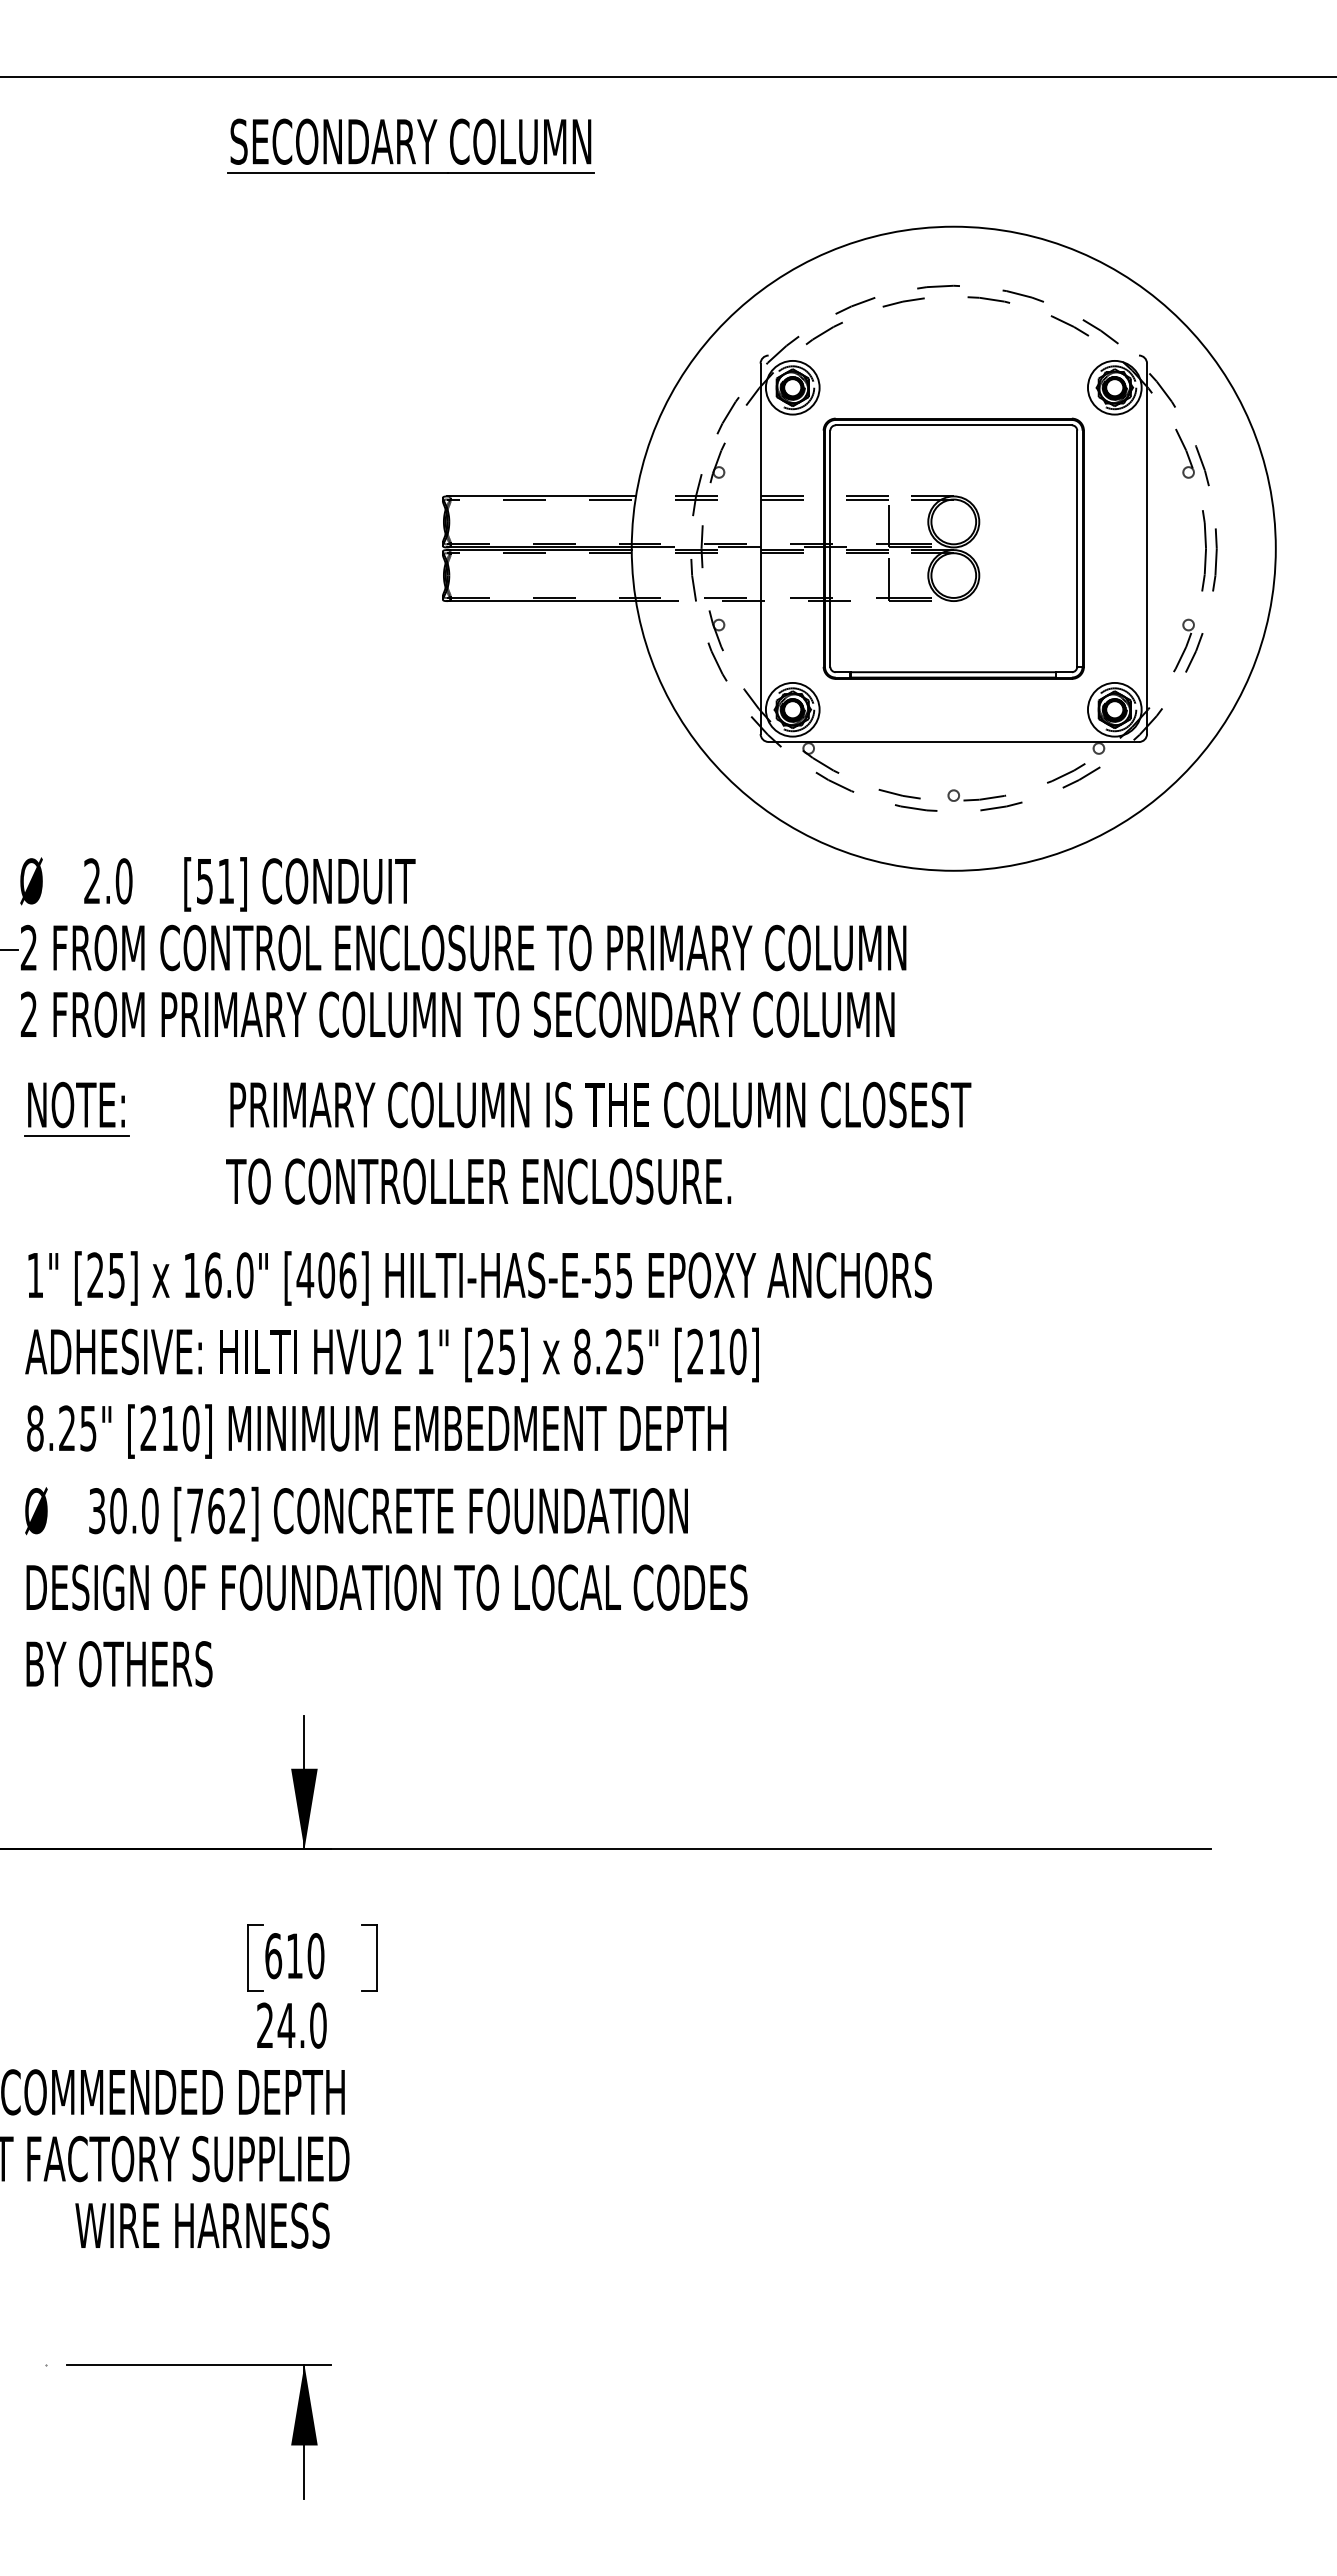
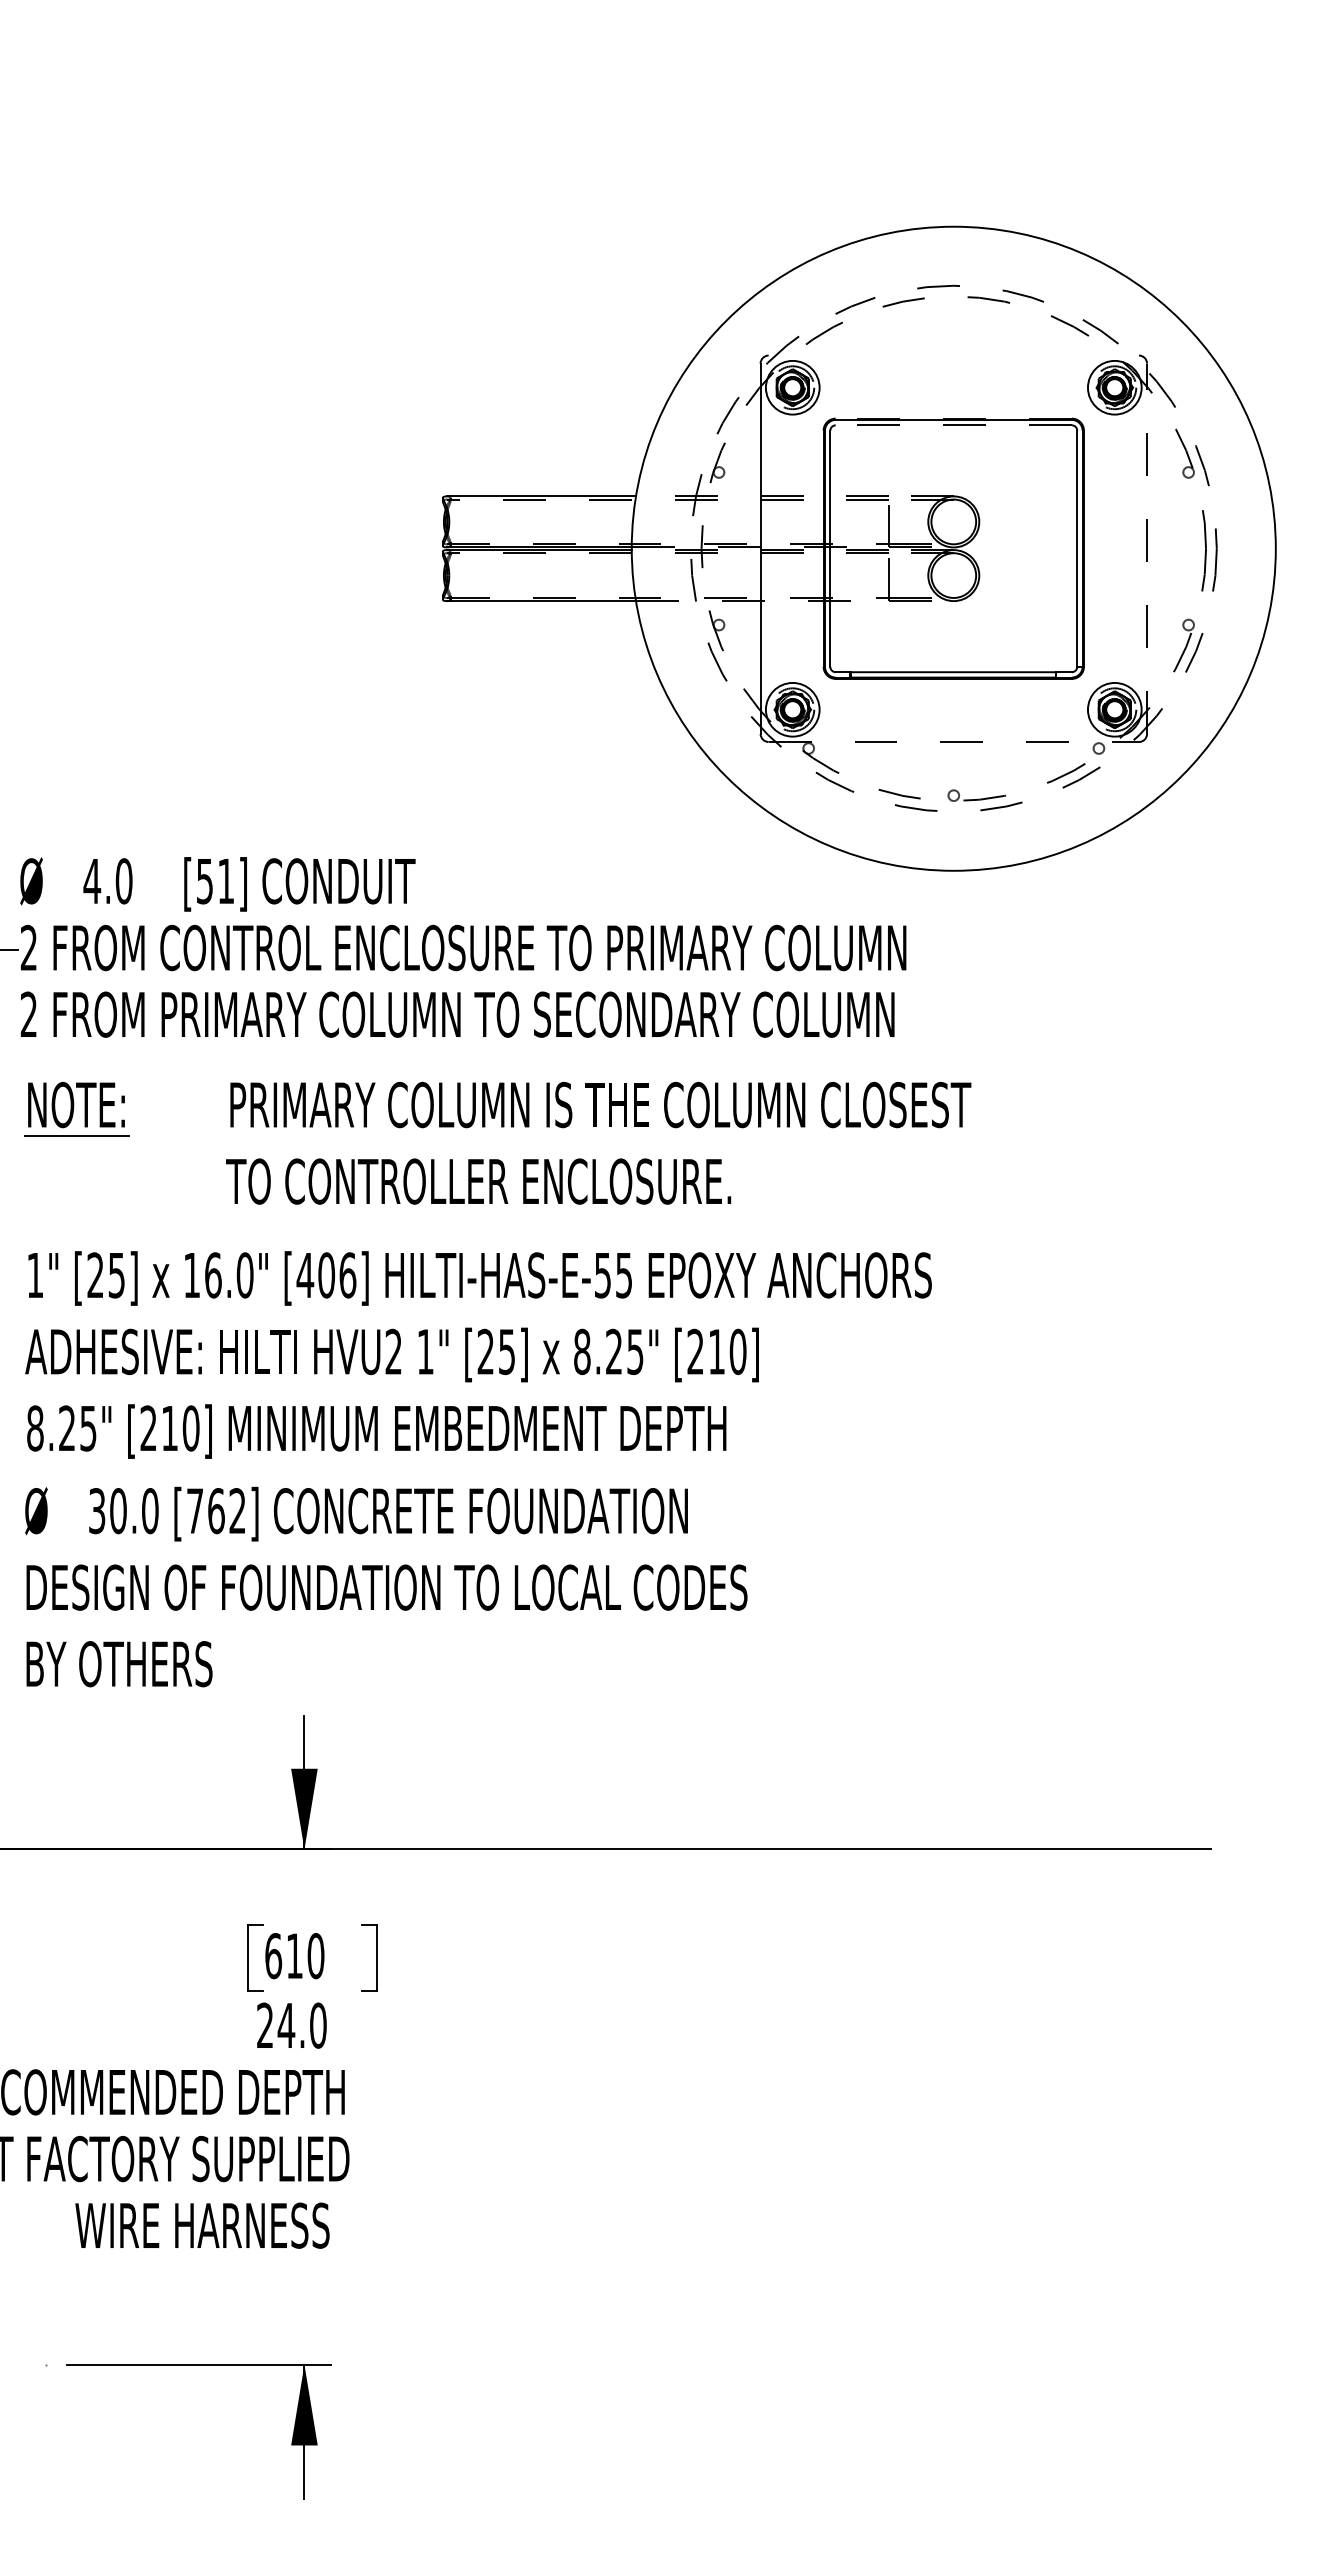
line at (667, 77): present -> none
part at (410, 145): present -> none
line at (953, 418): solid -> dashed
line at (953, 425): solid -> dashed
line at (1147, 548): solid -> dashed
line at (954, 742): solid -> dashed
text at (92, 880): 2.0 -> 4.0
